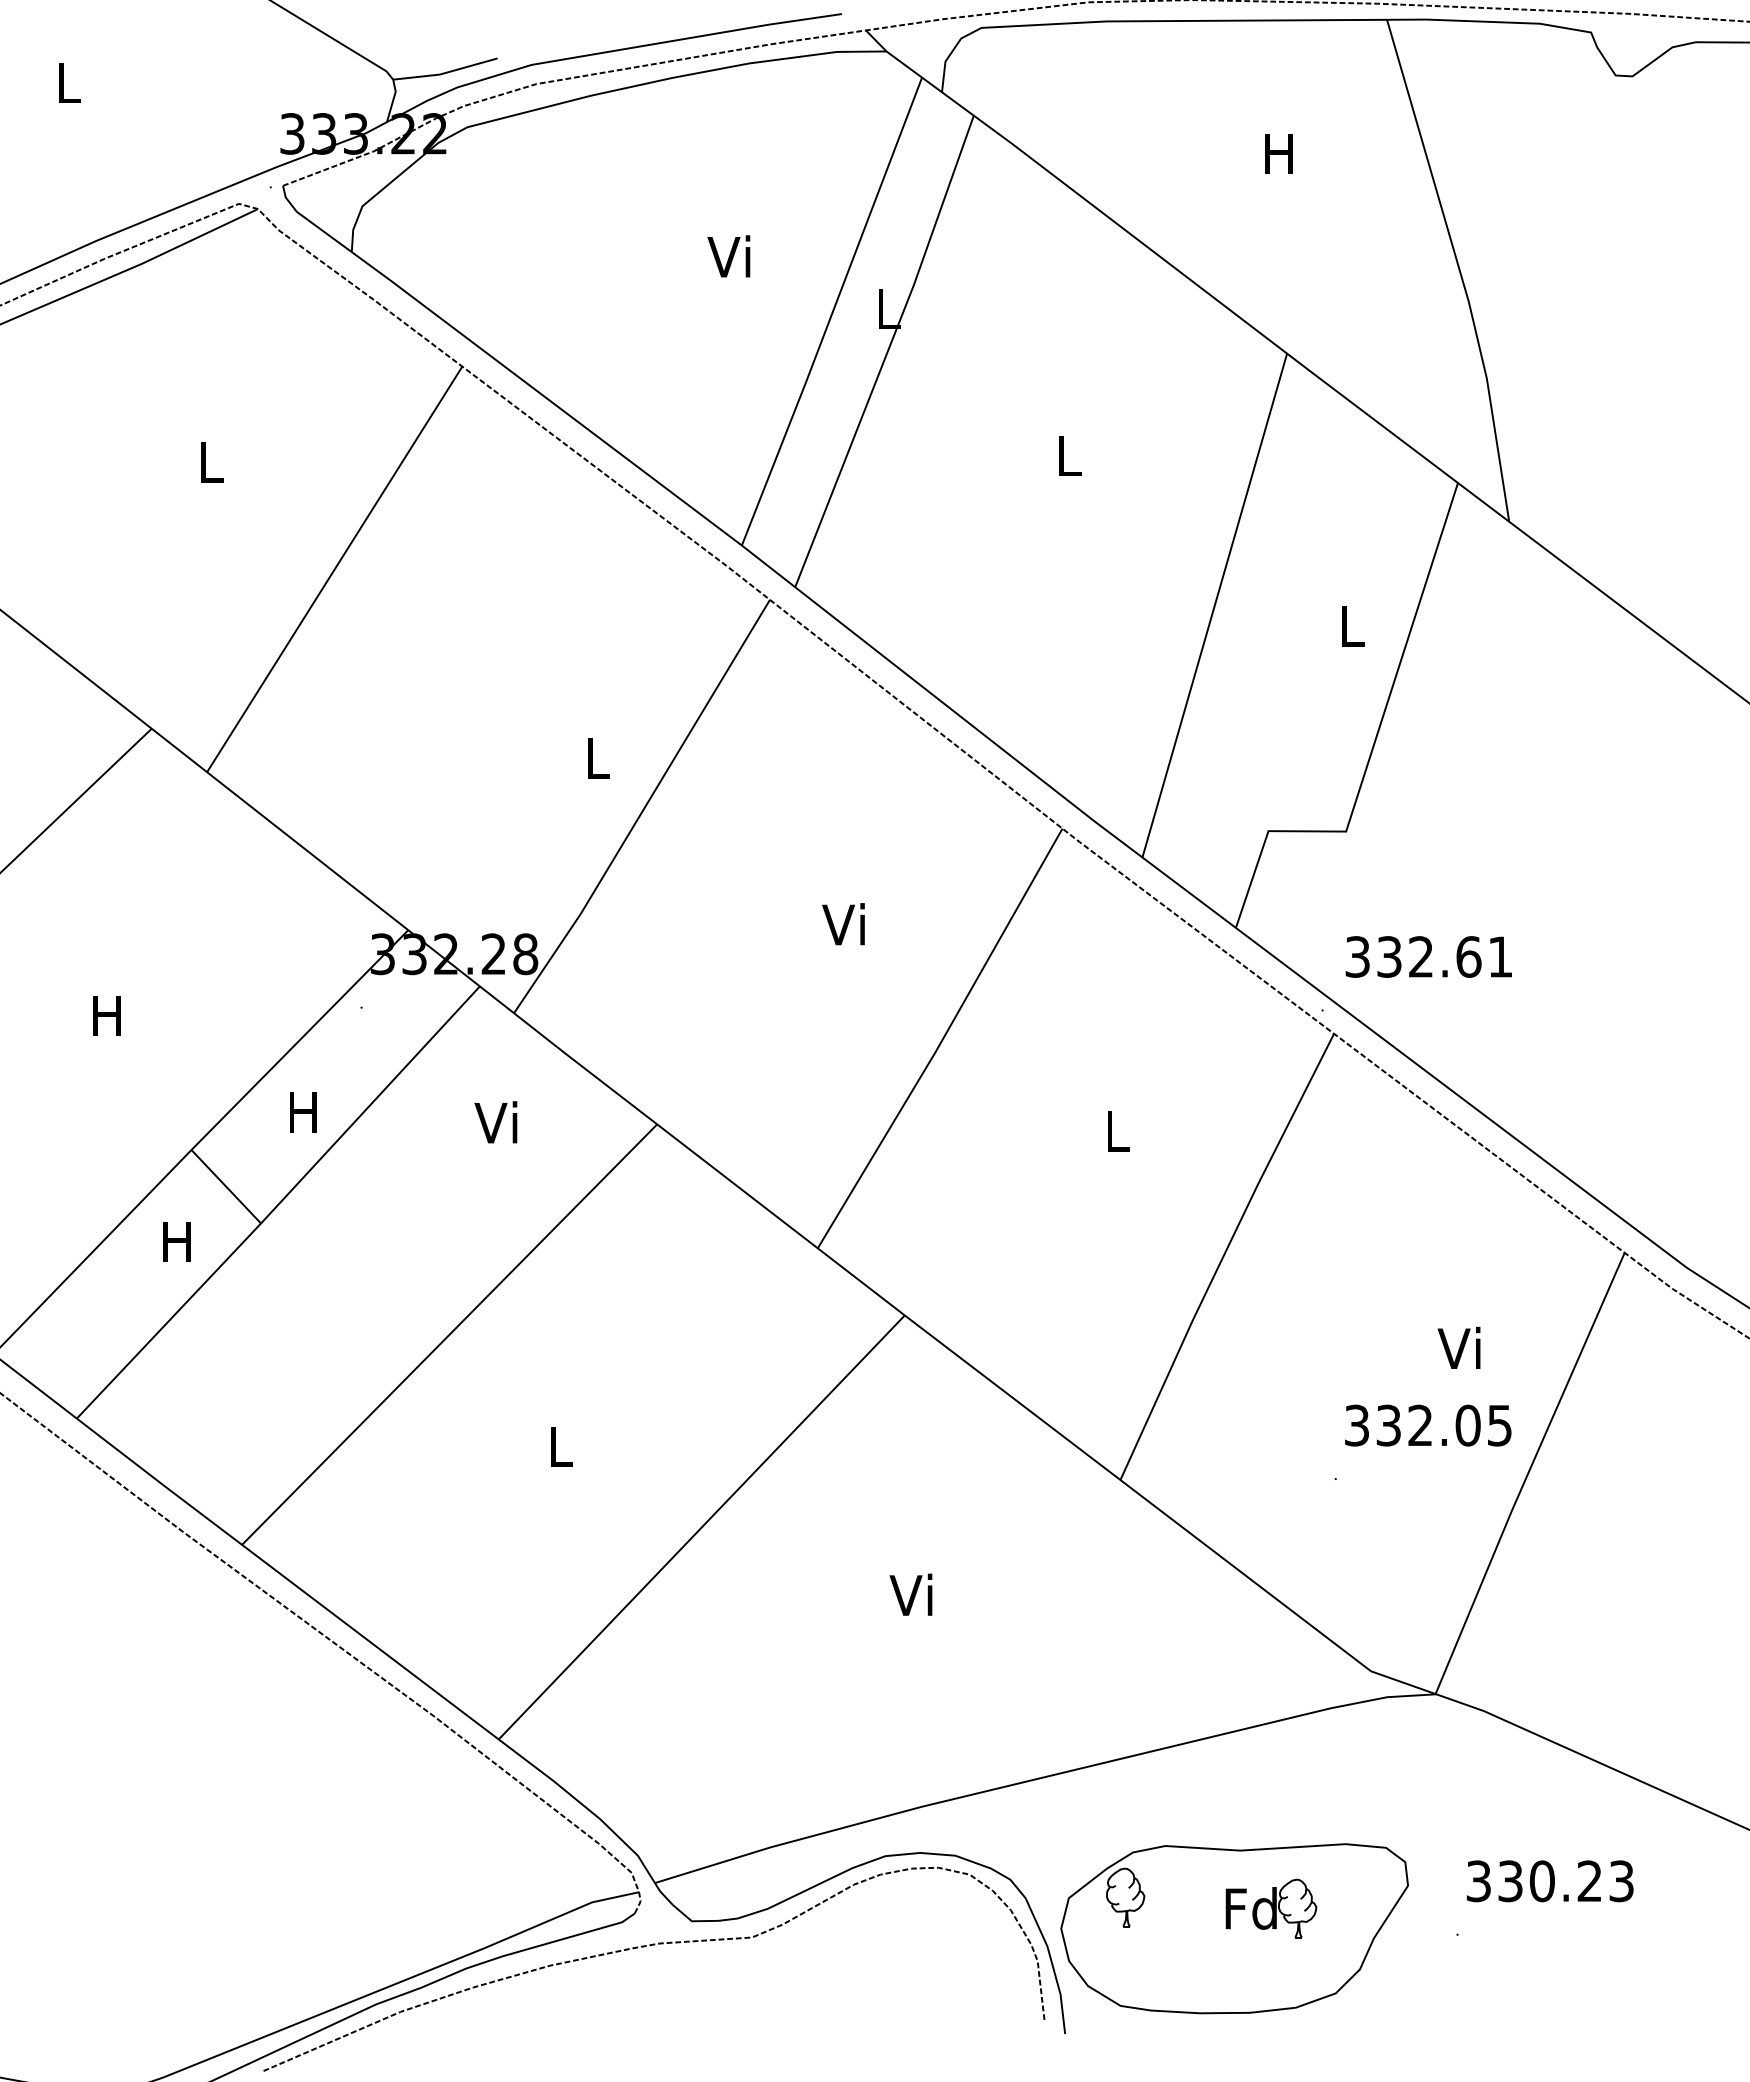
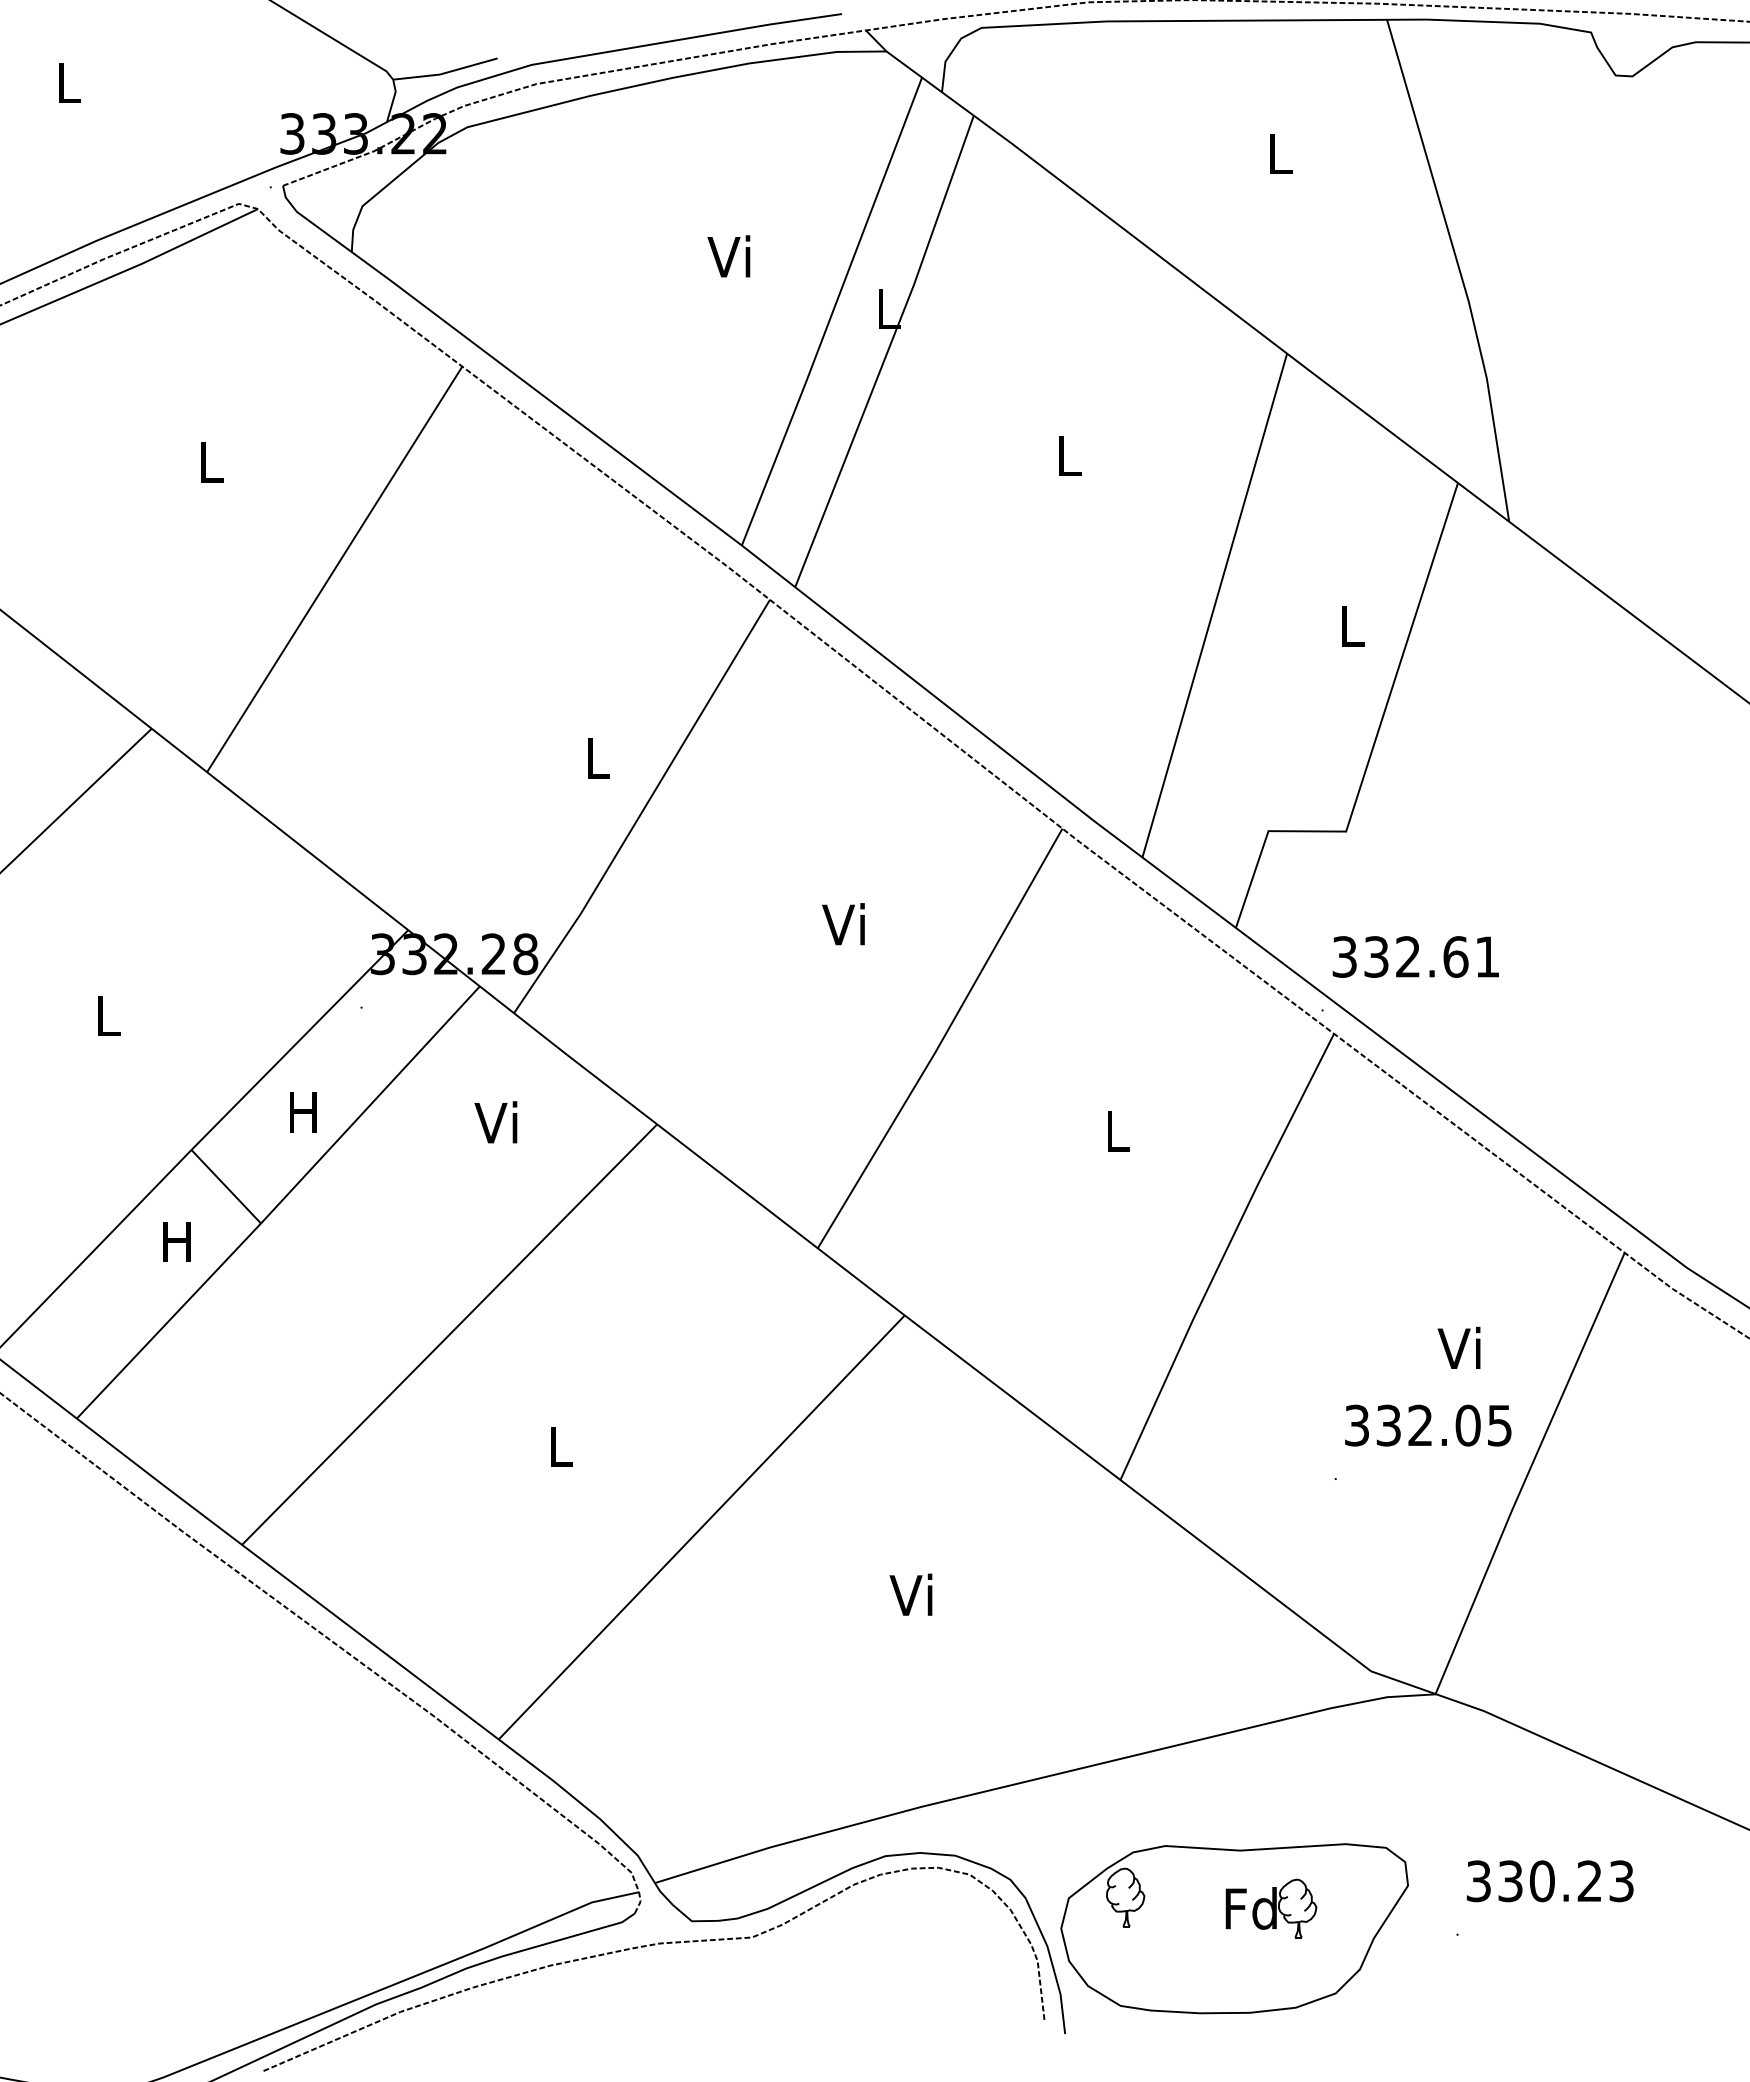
text at (1278, 153): H -> L
text at (1428, 956) position: (1428, 956) -> (1415, 956)
text at (106, 1015): H -> L
